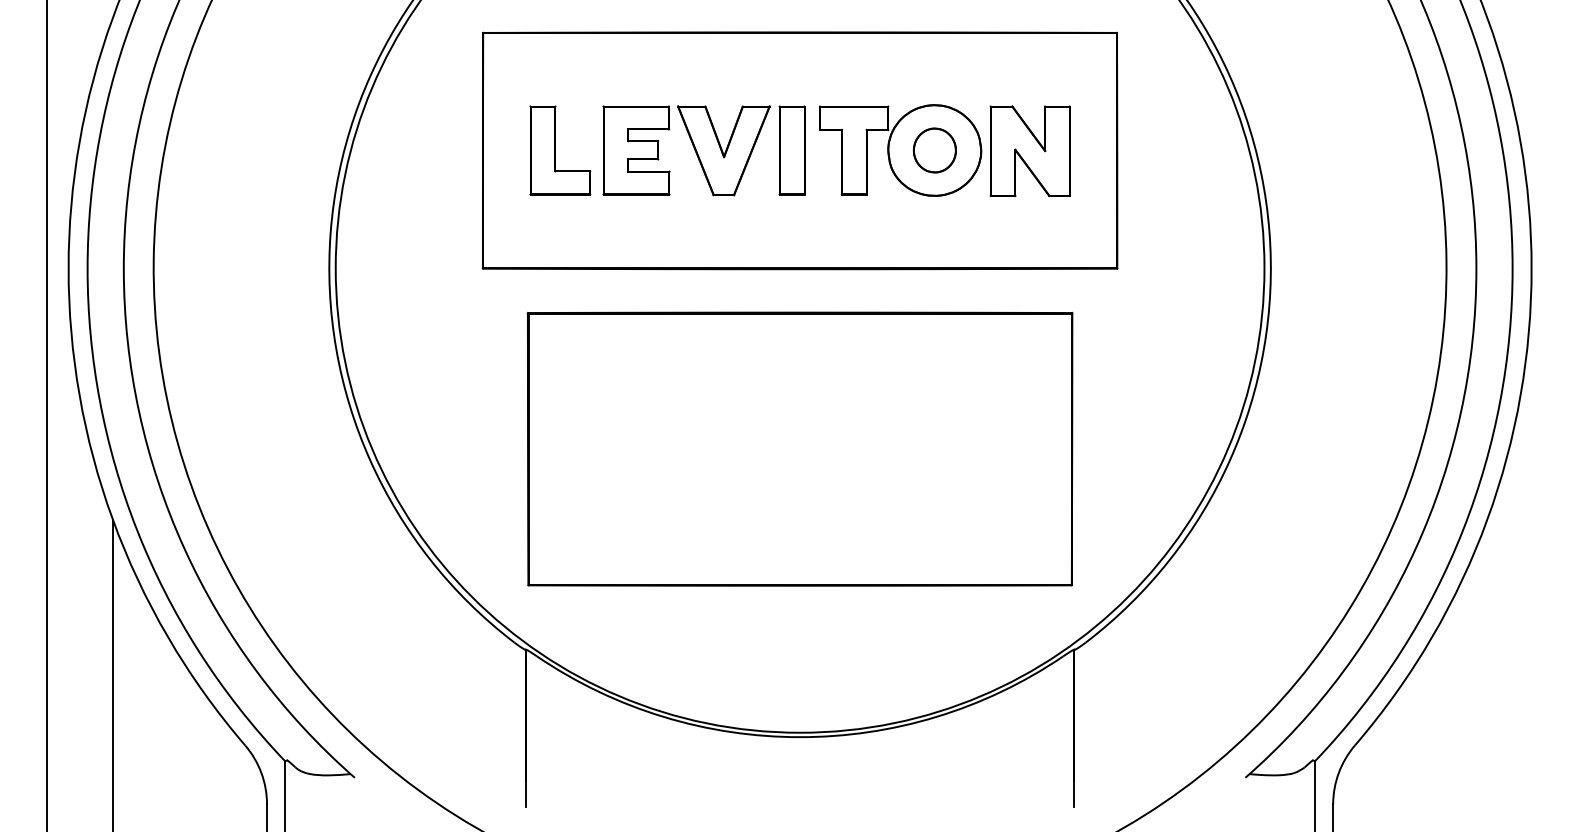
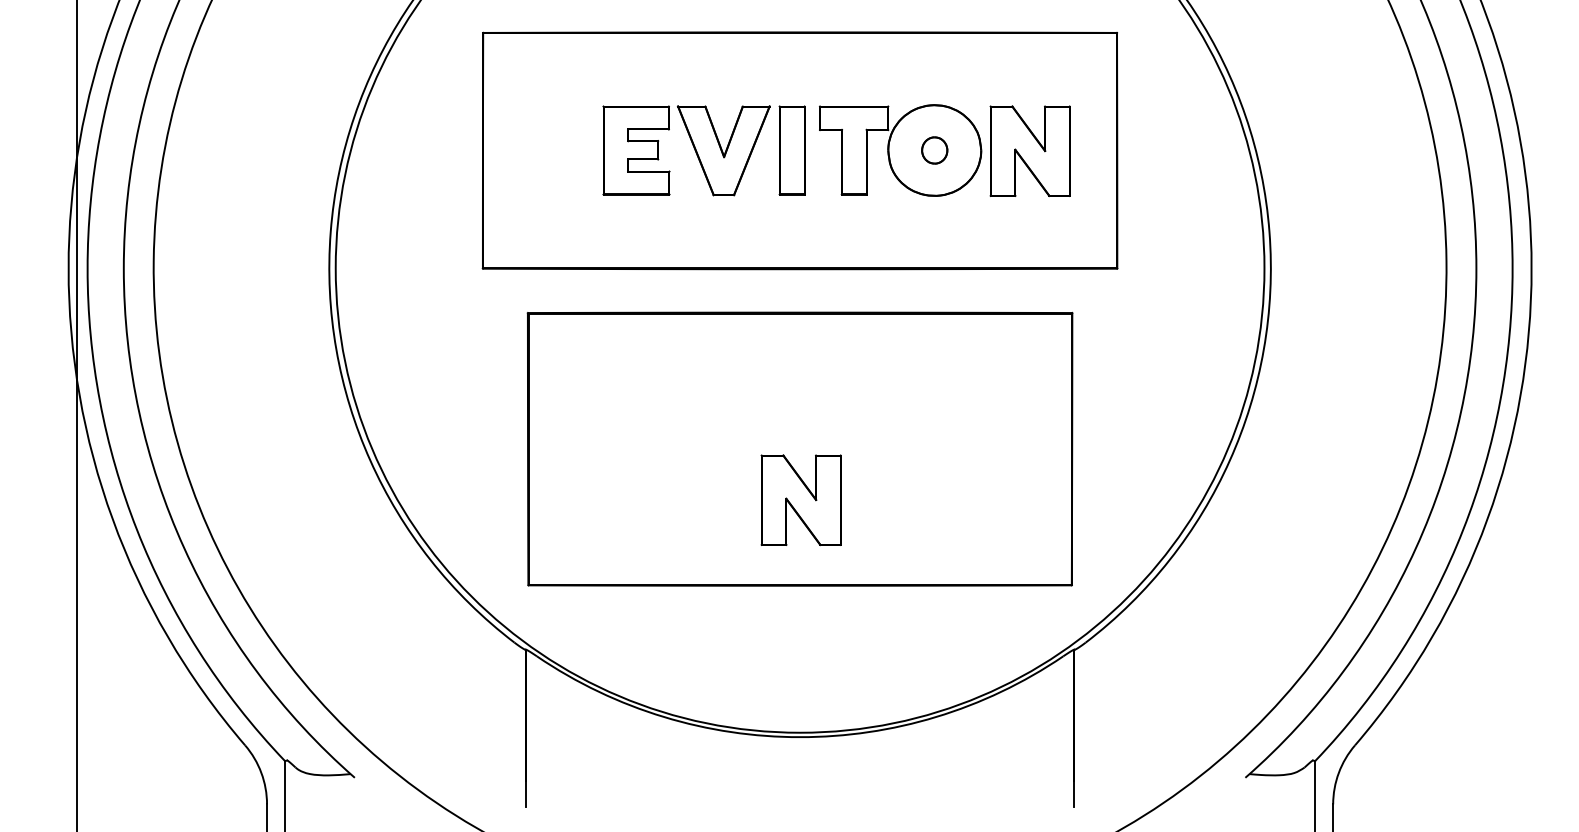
part at (560, 150): present -> none
part at (934, 150) size: 45x47 px -> 28x29 px
line at (47, 415) position: (47, 415) -> (77, 415)
part at (800, 500): none -> present
line at (113, 674): present -> none
